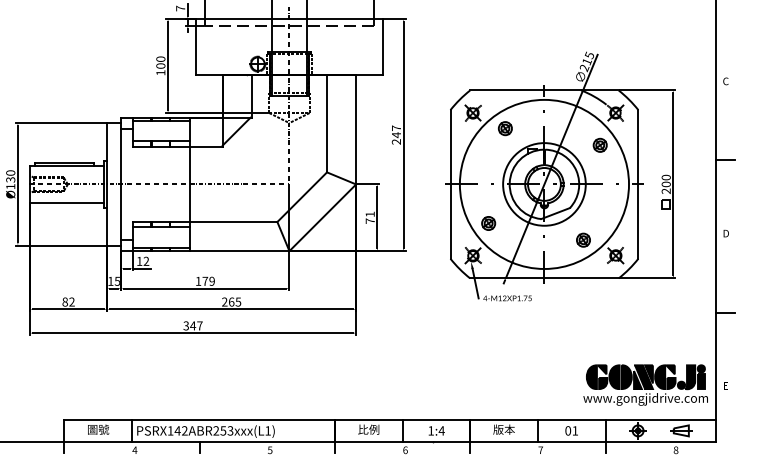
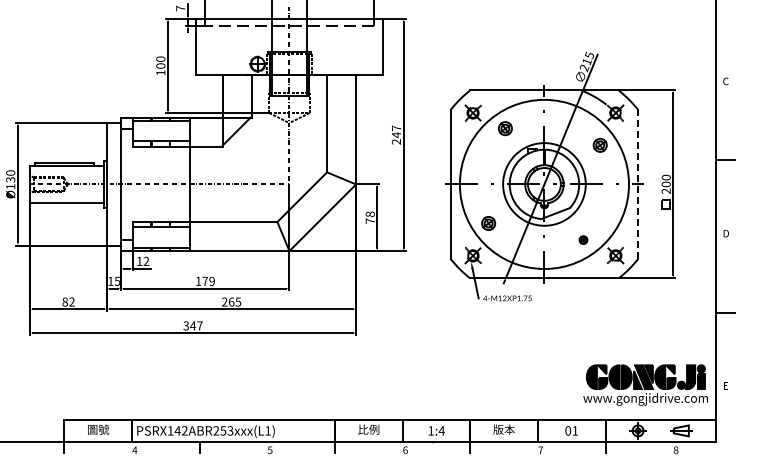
line at (638, 183): solid -> dashed
text at (369, 214): 71 -> 78
part at (583, 239) size: 15x16 px -> 11x10 px
